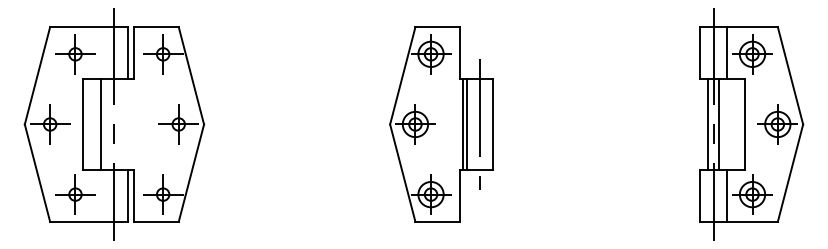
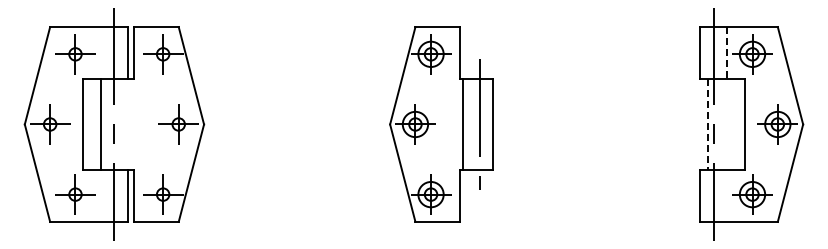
line at (727, 52): solid -> dashed
line at (466, 124): present -> none
line at (707, 124): solid -> dashed
line at (719, 124): present -> none
line at (727, 195): present -> none
